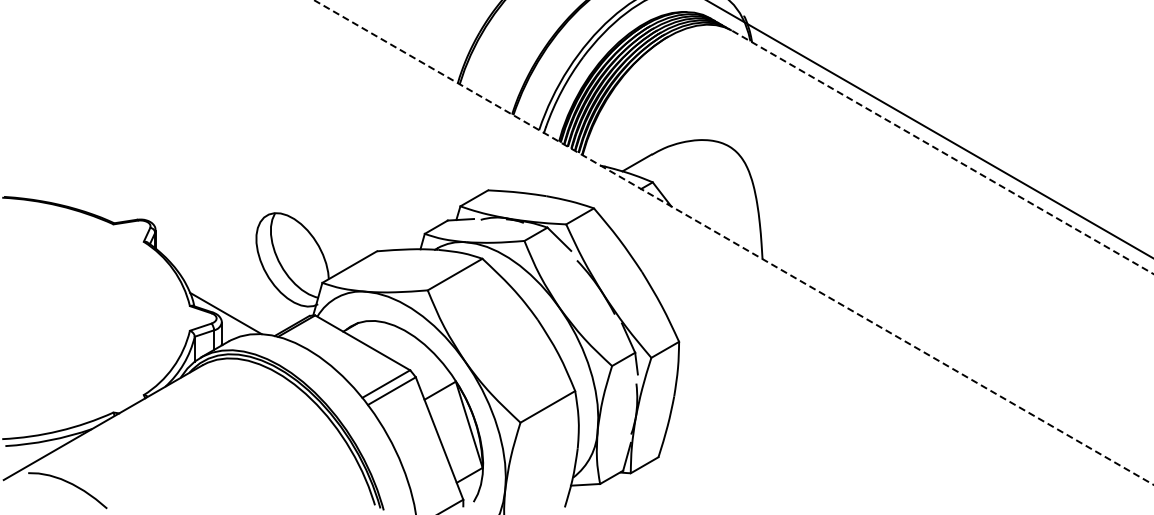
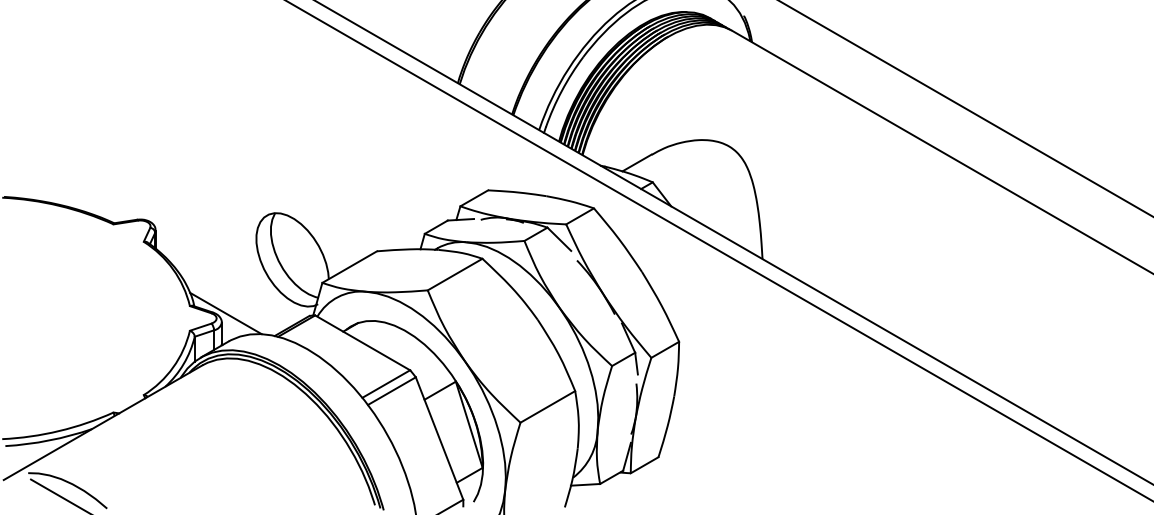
line at (929, 129) position: (929, 129) -> (965, 108)
line at (942, 152): dashed -> solid
line at (733, 242): dashed -> solid
line at (719, 250): none -> present
line at (58, 495): none -> present
